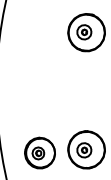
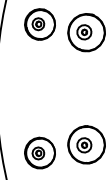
part at (39, 24): none -> present
part at (86, 149) position: (86, 149) -> (86, 144)
